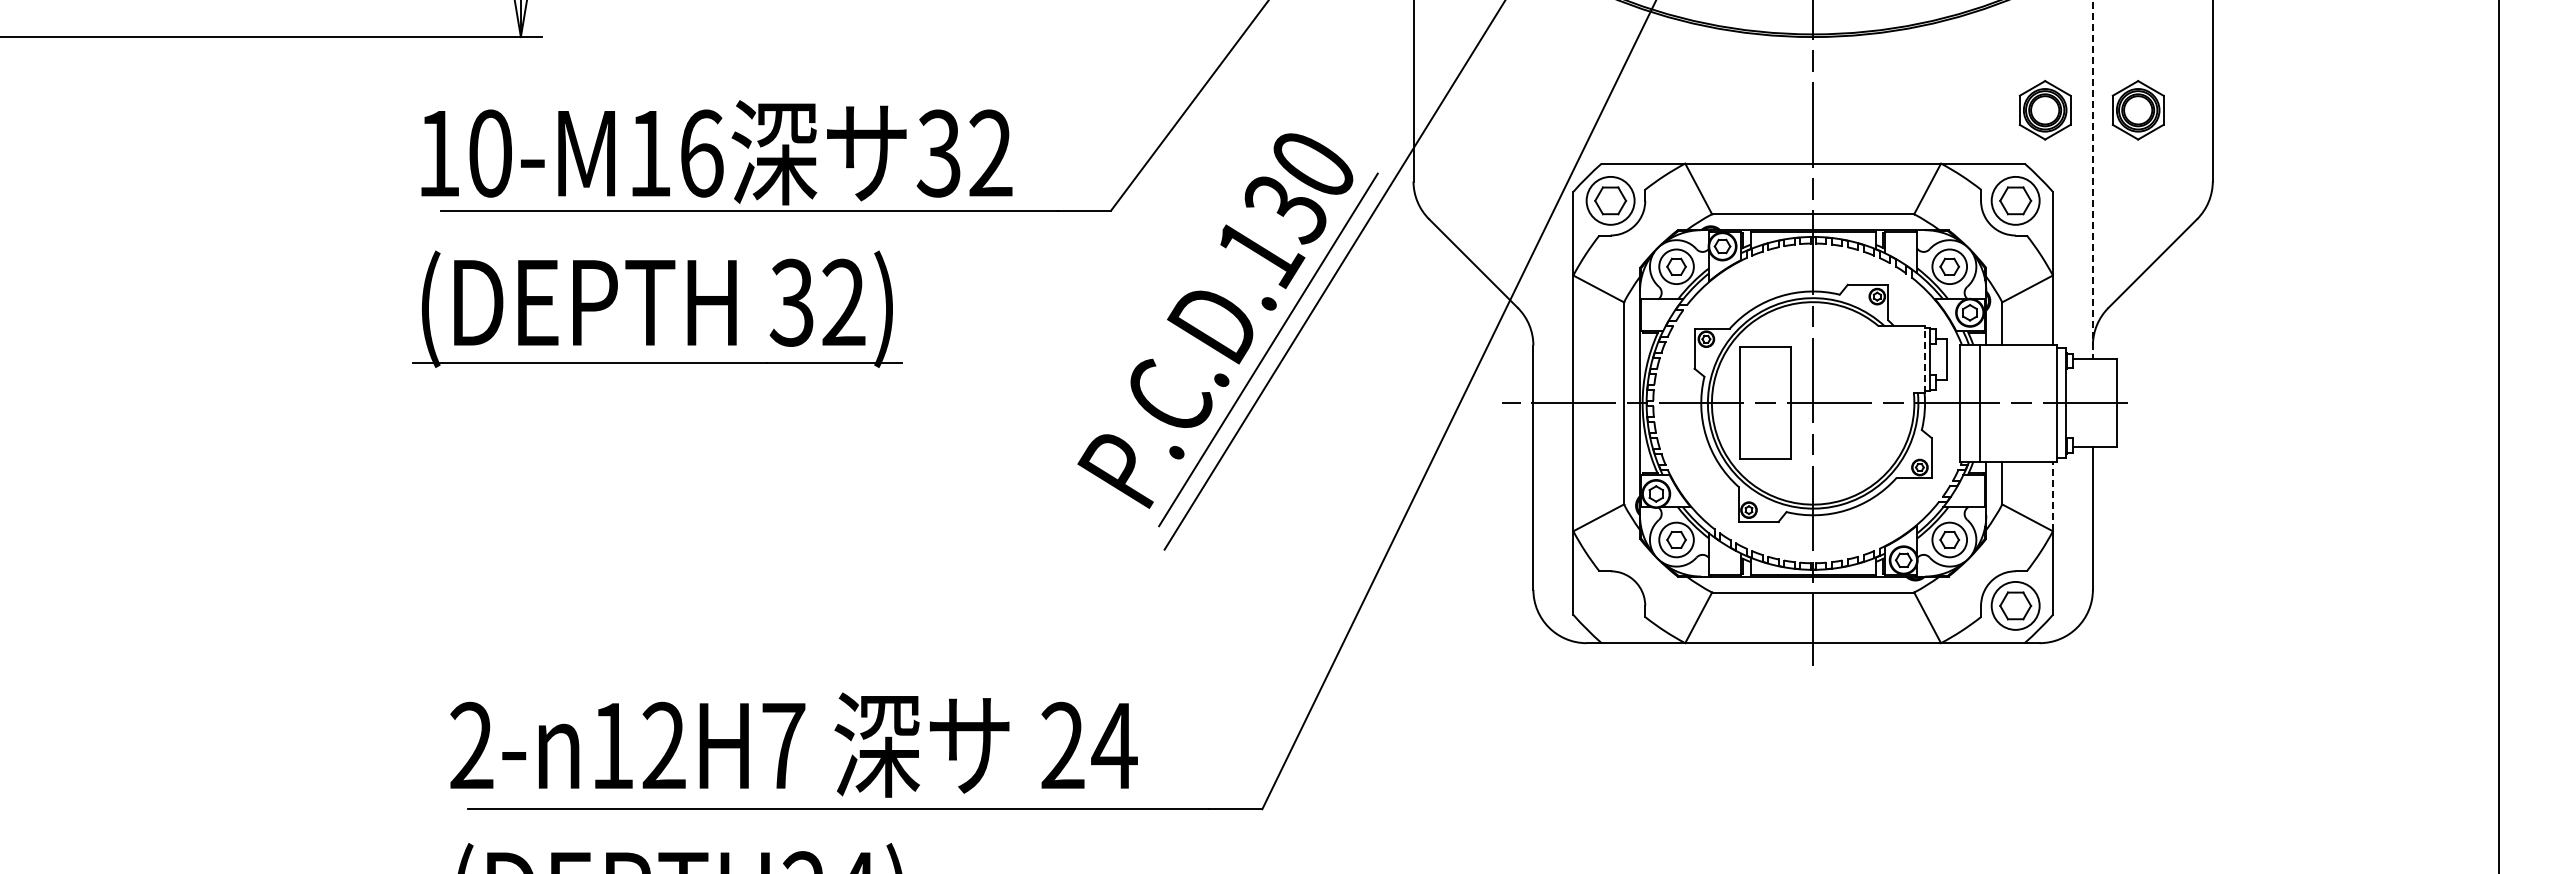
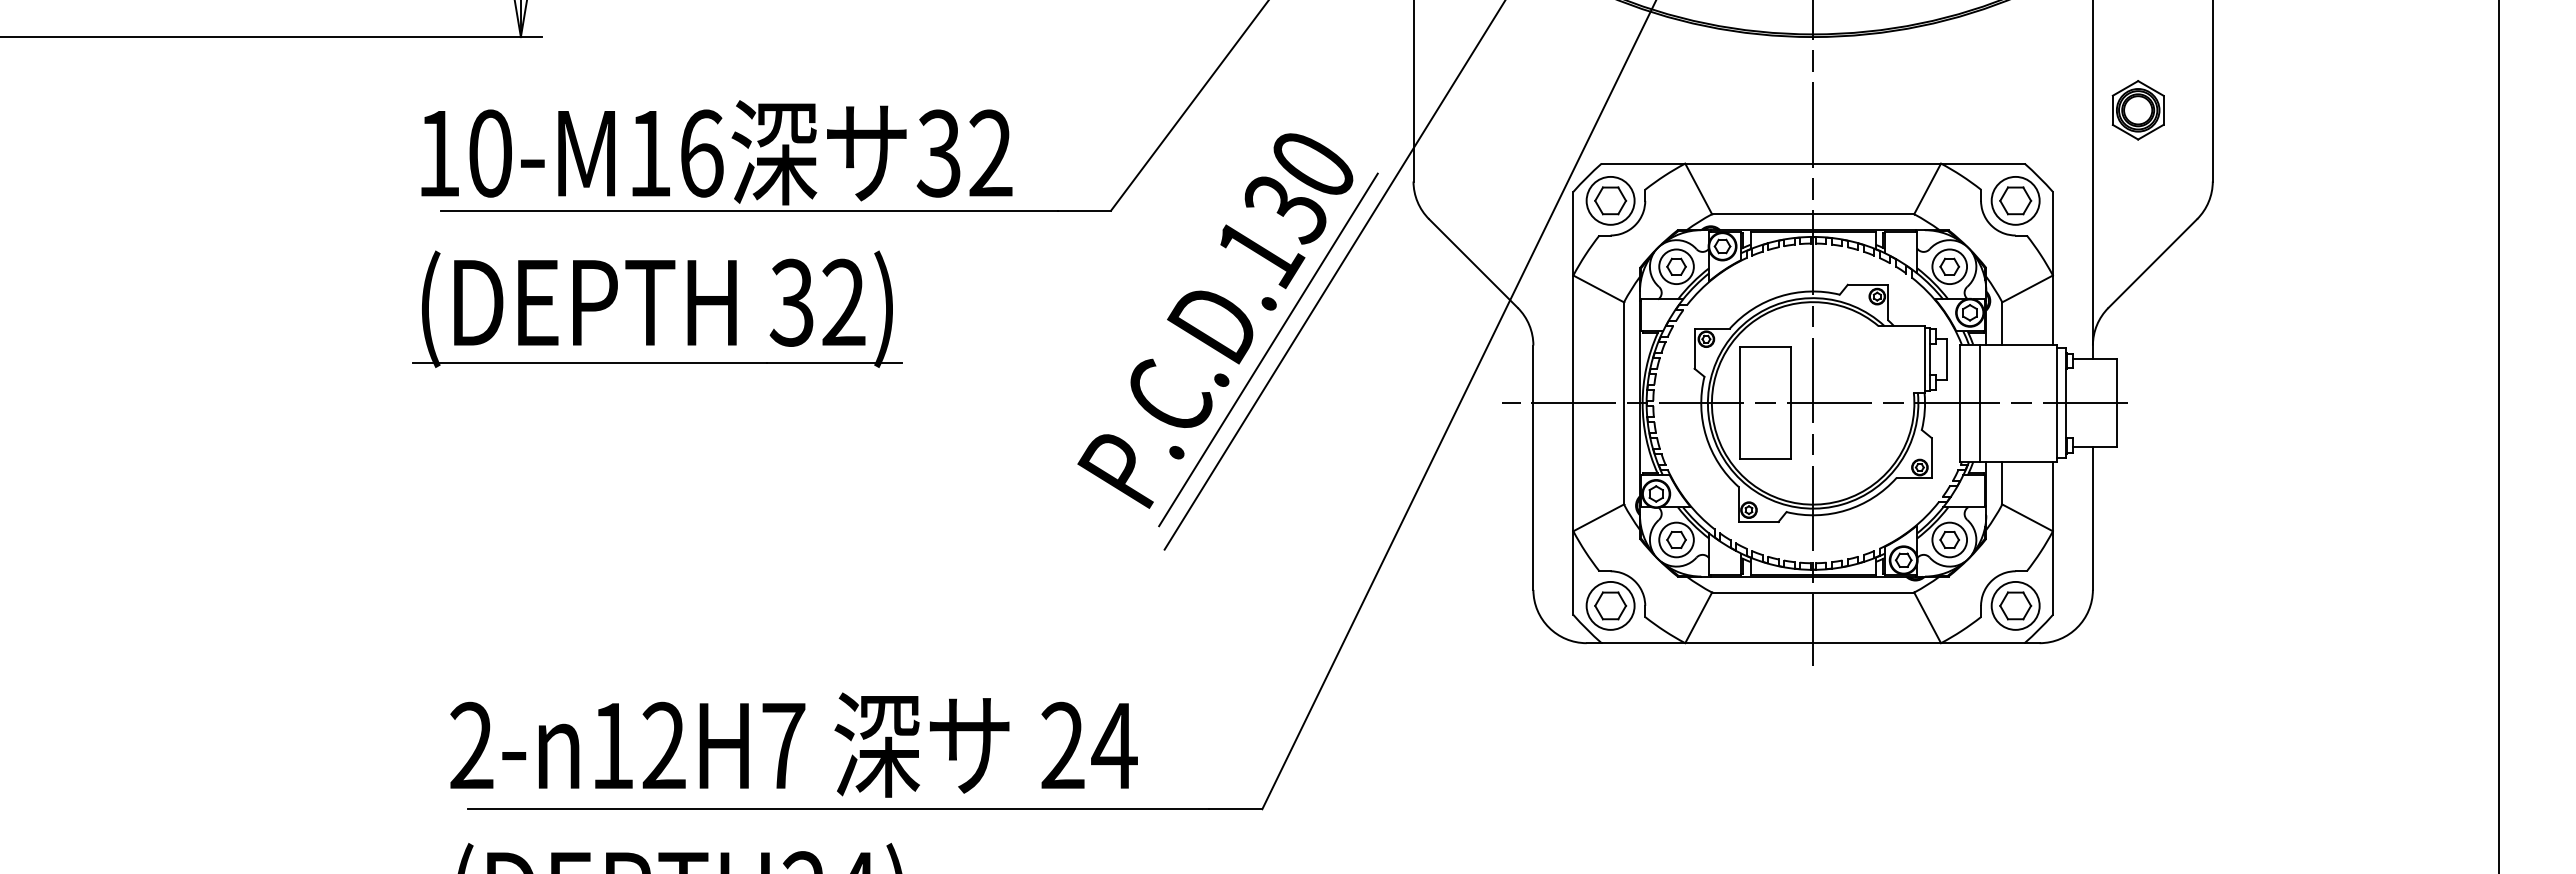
part at (2044, 110): present -> none
line at (2092, 180): dashed -> solid
line at (1925, 358): dashed -> solid
line at (2052, 496): dashed -> solid
part at (1610, 605): none -> present
